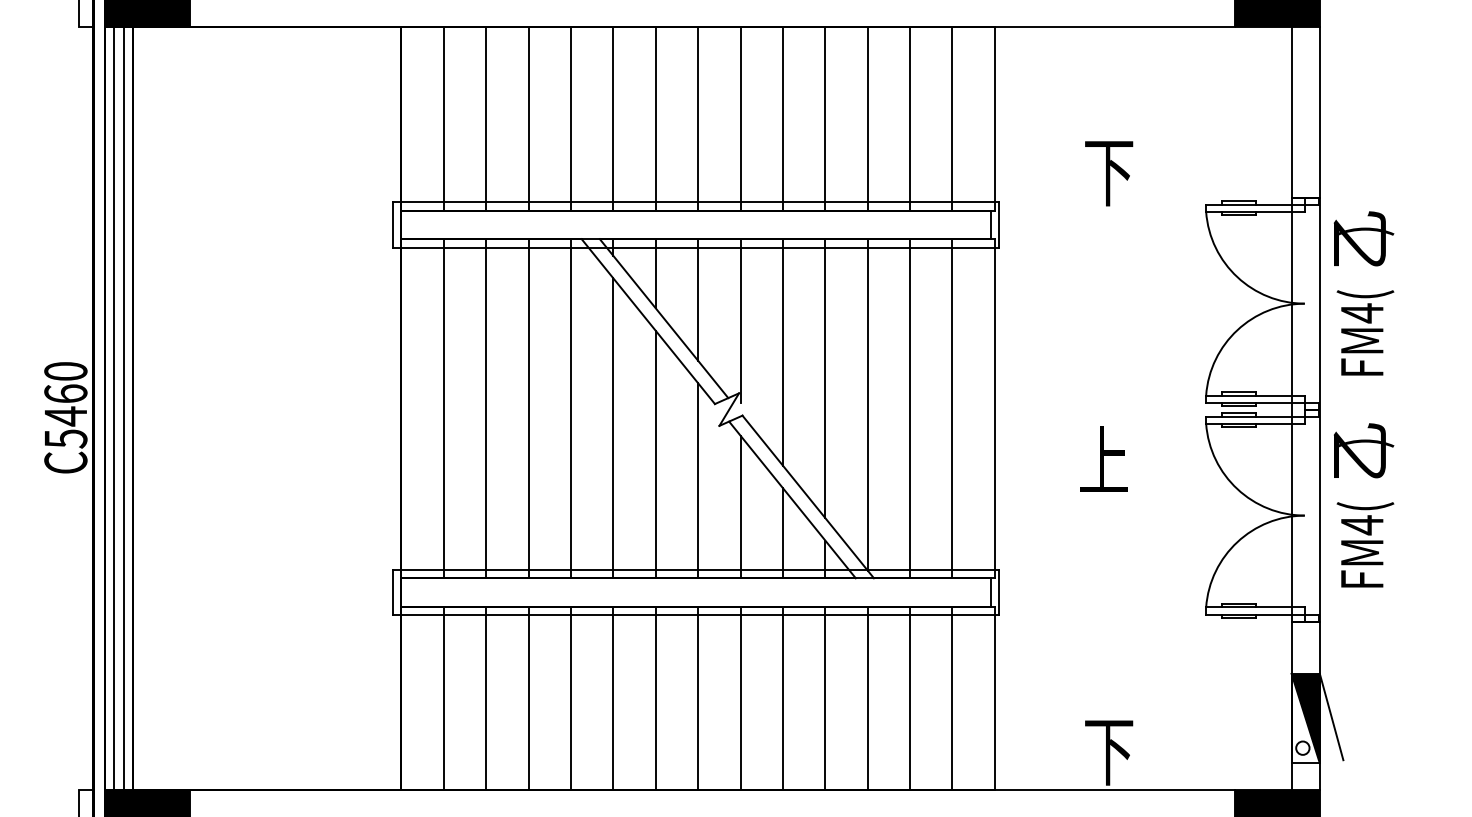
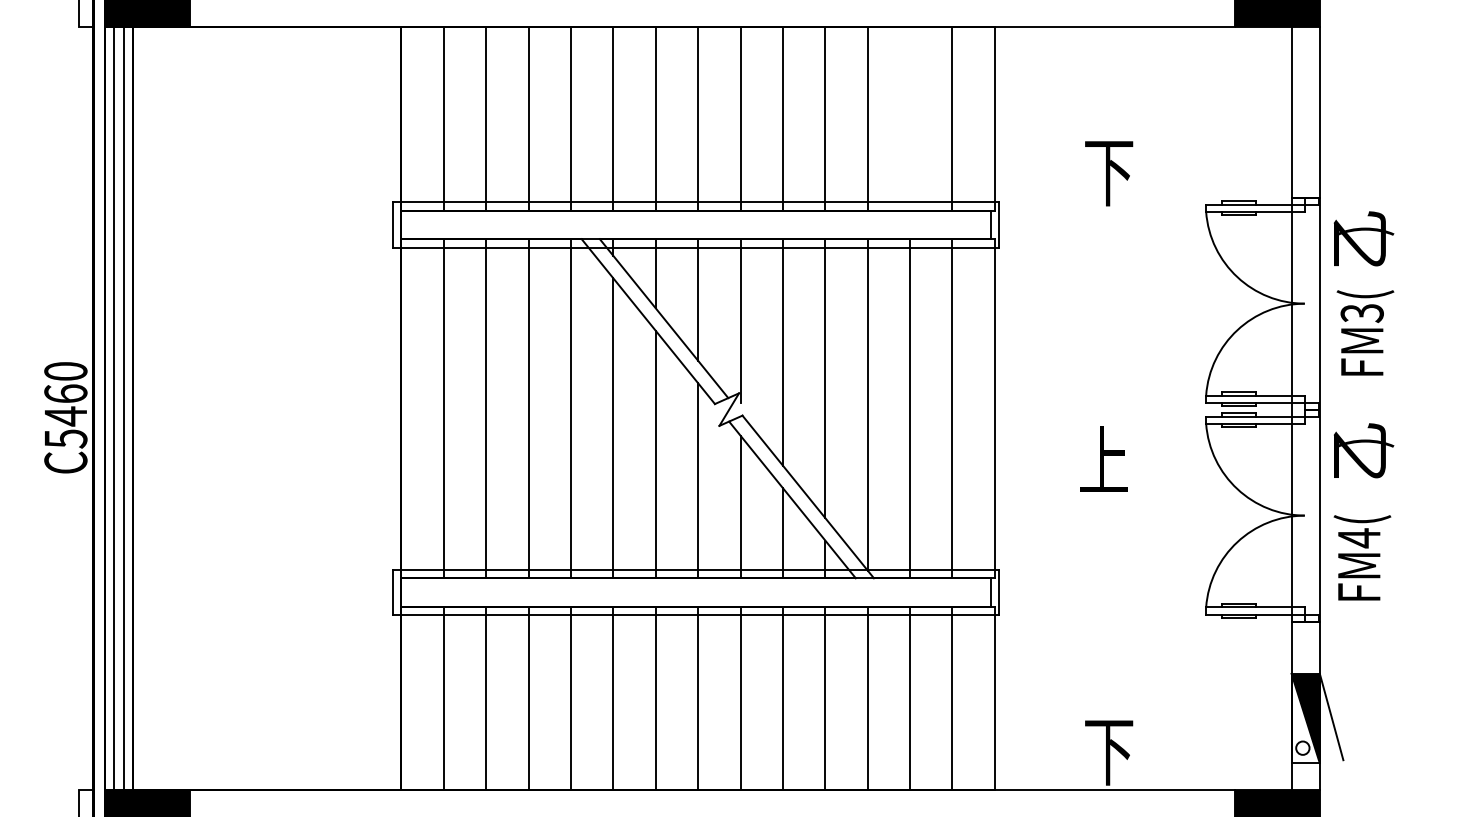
line at (910, 118): present -> none
text at (1361, 313): FM4( -> FM3(
text at (1365, 544) position: (1365, 544) -> (1362, 557)
